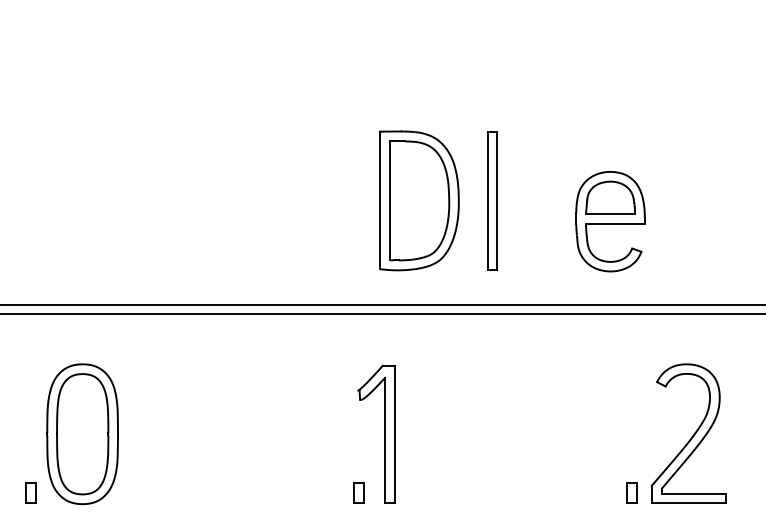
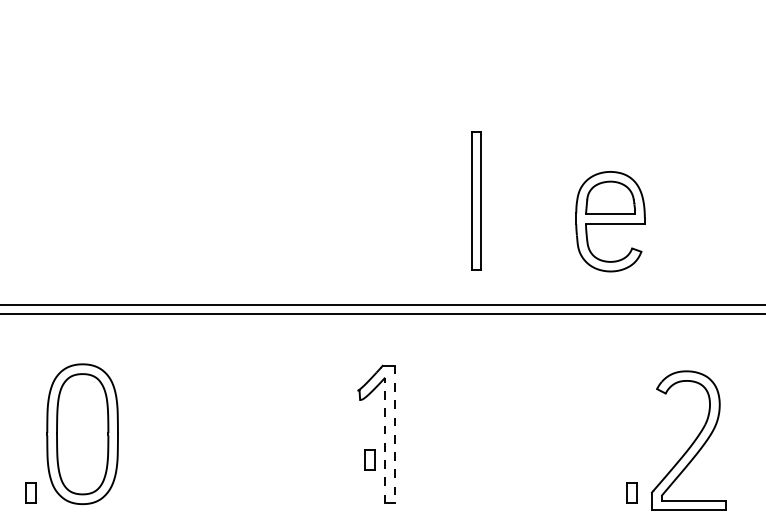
part at (419, 200): present -> none
part at (492, 200) position: (492, 200) -> (476, 200)
part at (688, 433) position: (688, 433) -> (688, 440)
line at (394, 434): solid -> dashed
line at (385, 440): solid -> dashed
part at (358, 492) position: (358, 492) -> (369, 459)
